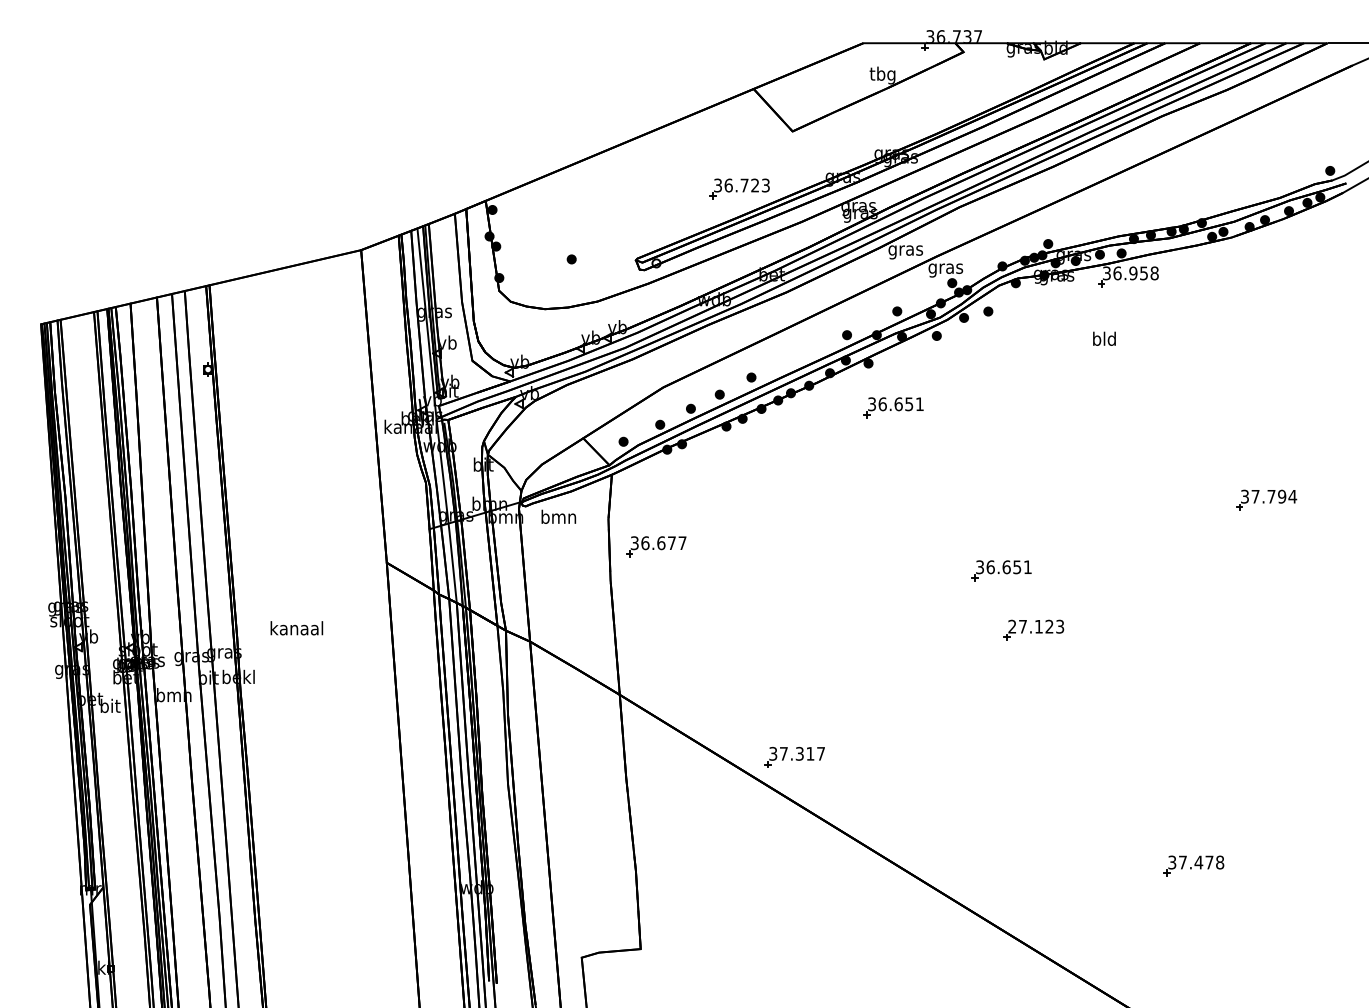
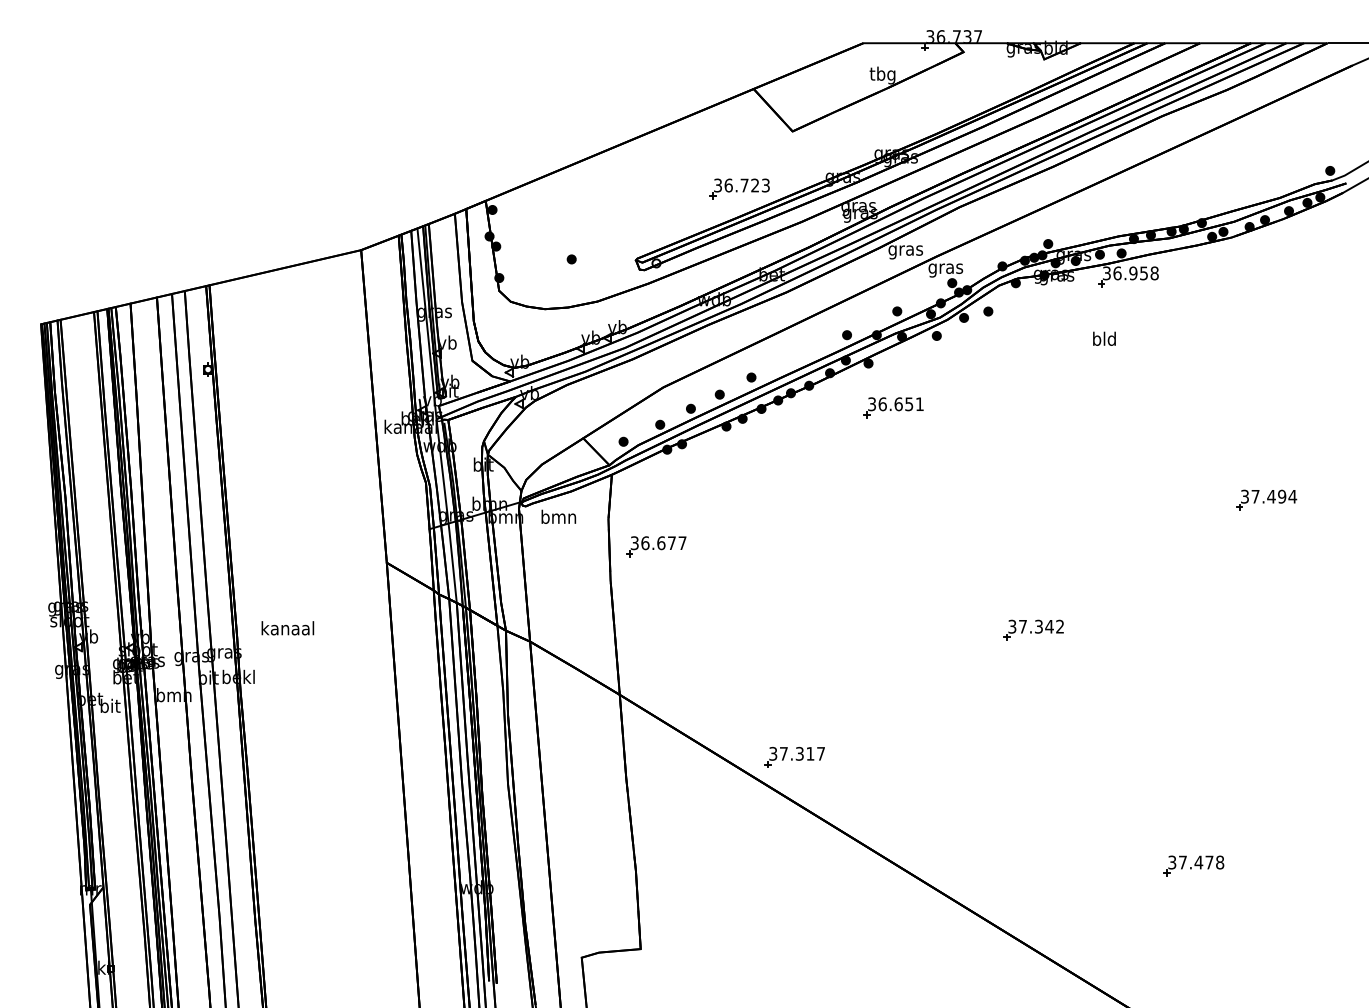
text at (1271, 496): 37.794 -> 37.494
part at (1001, 570): present -> none
text at (1036, 626): 27.123 -> 37.342
text at (296, 628) position: (296, 628) -> (287, 628)
